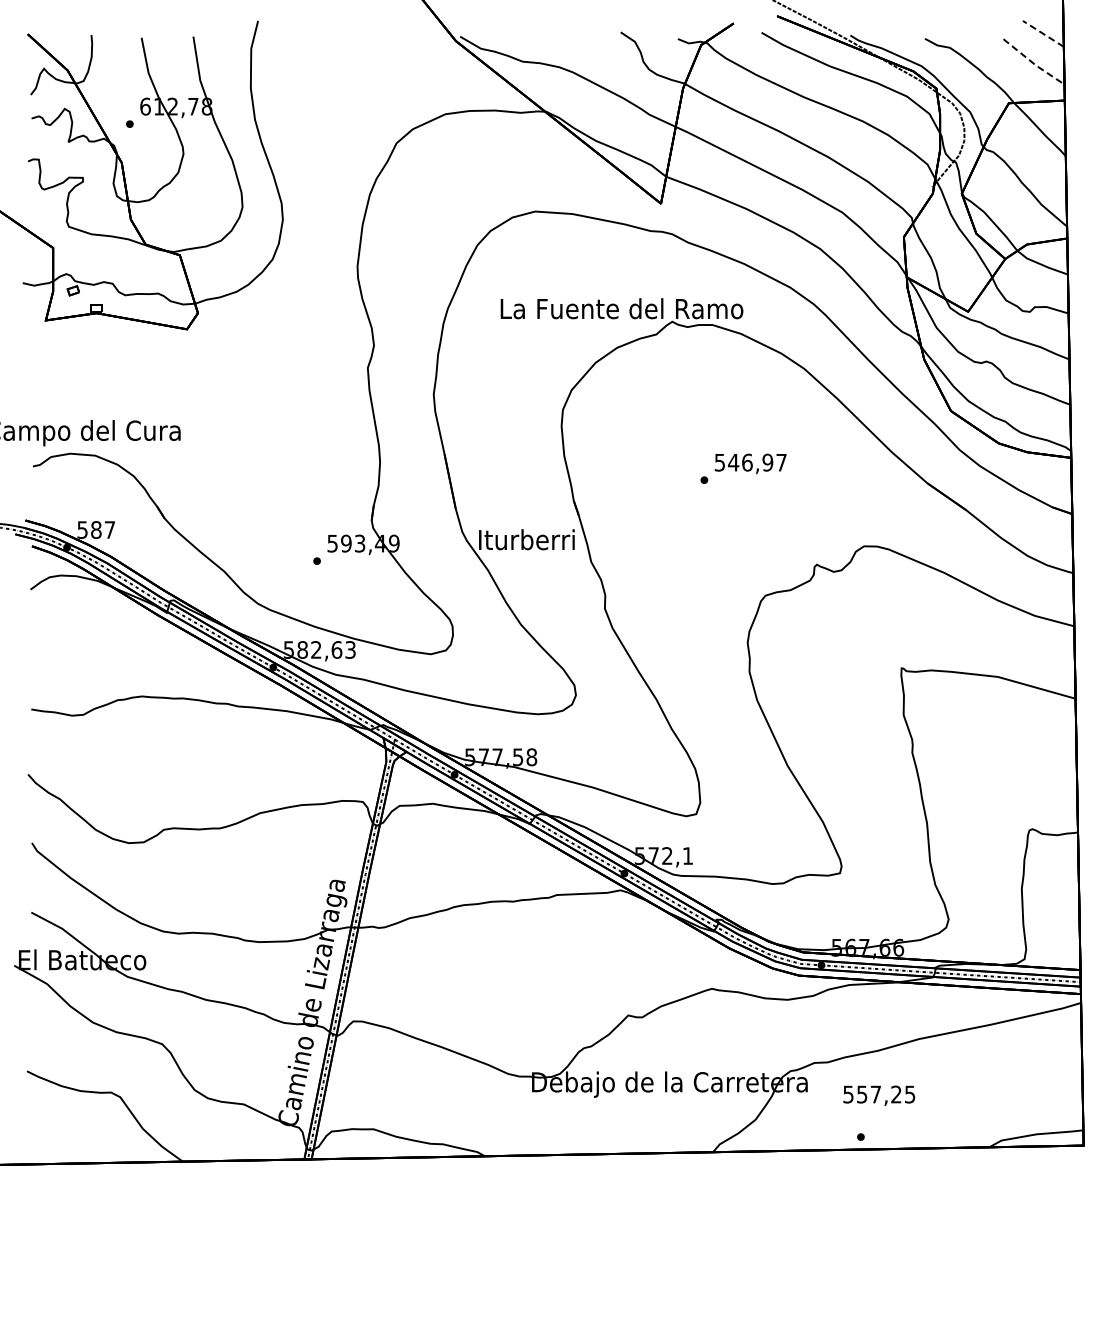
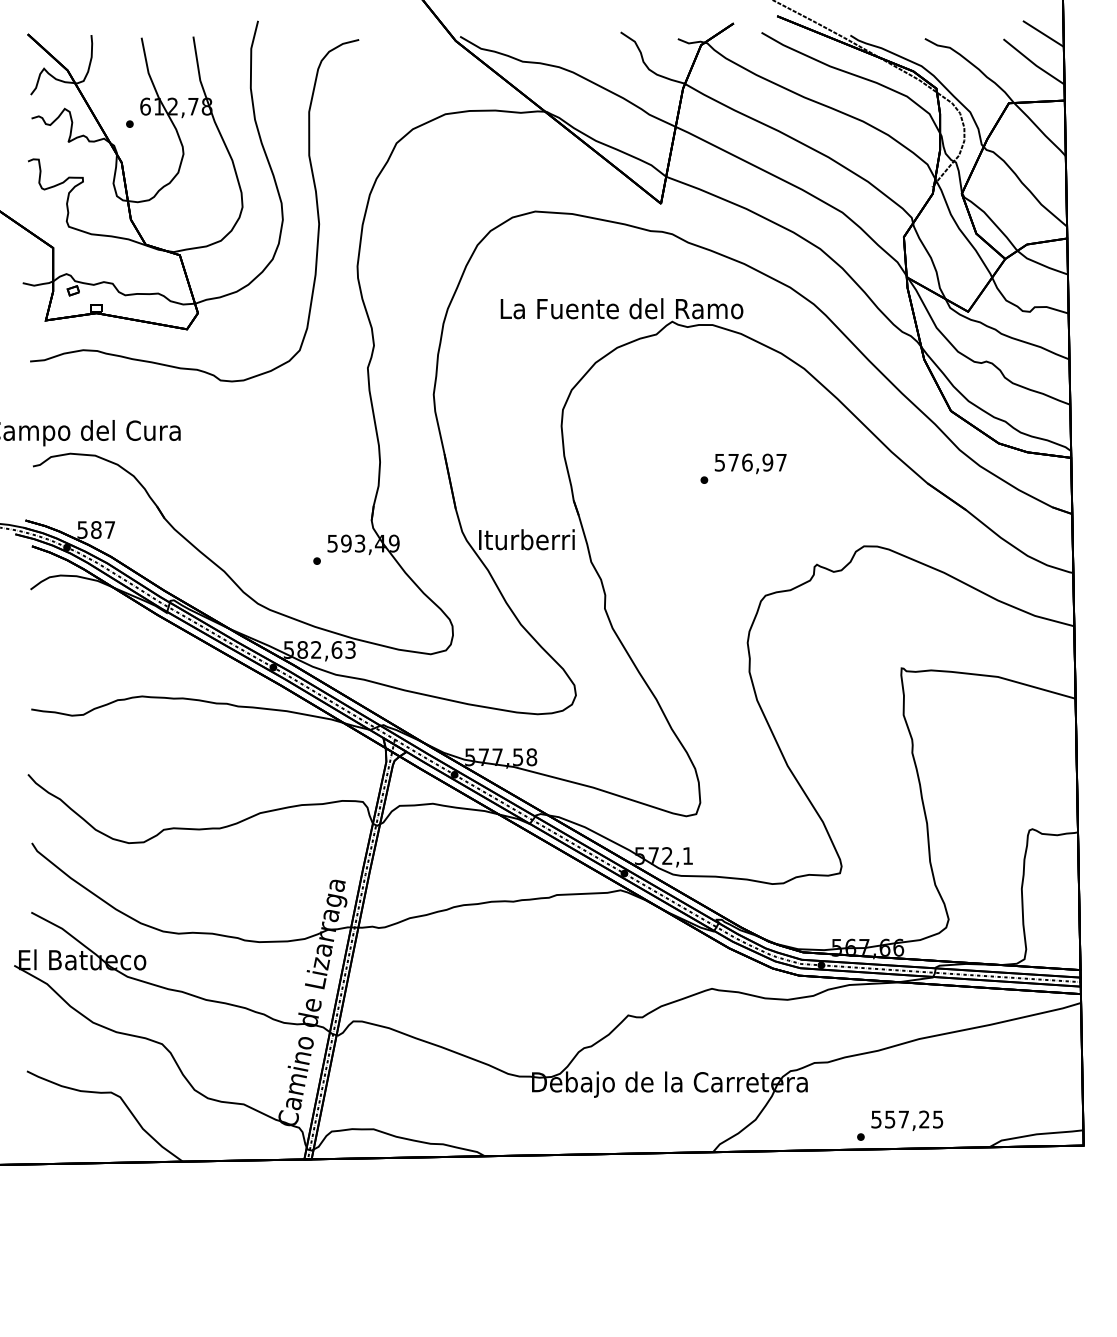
line at (1042, 33): dashed -> solid
line at (1034, 64): dashed -> solid
curve at (315, 199): none -> present
text at (733, 462): 546,97 -> 576,97
text at (879, 1095) position: (879, 1095) -> (907, 1120)
